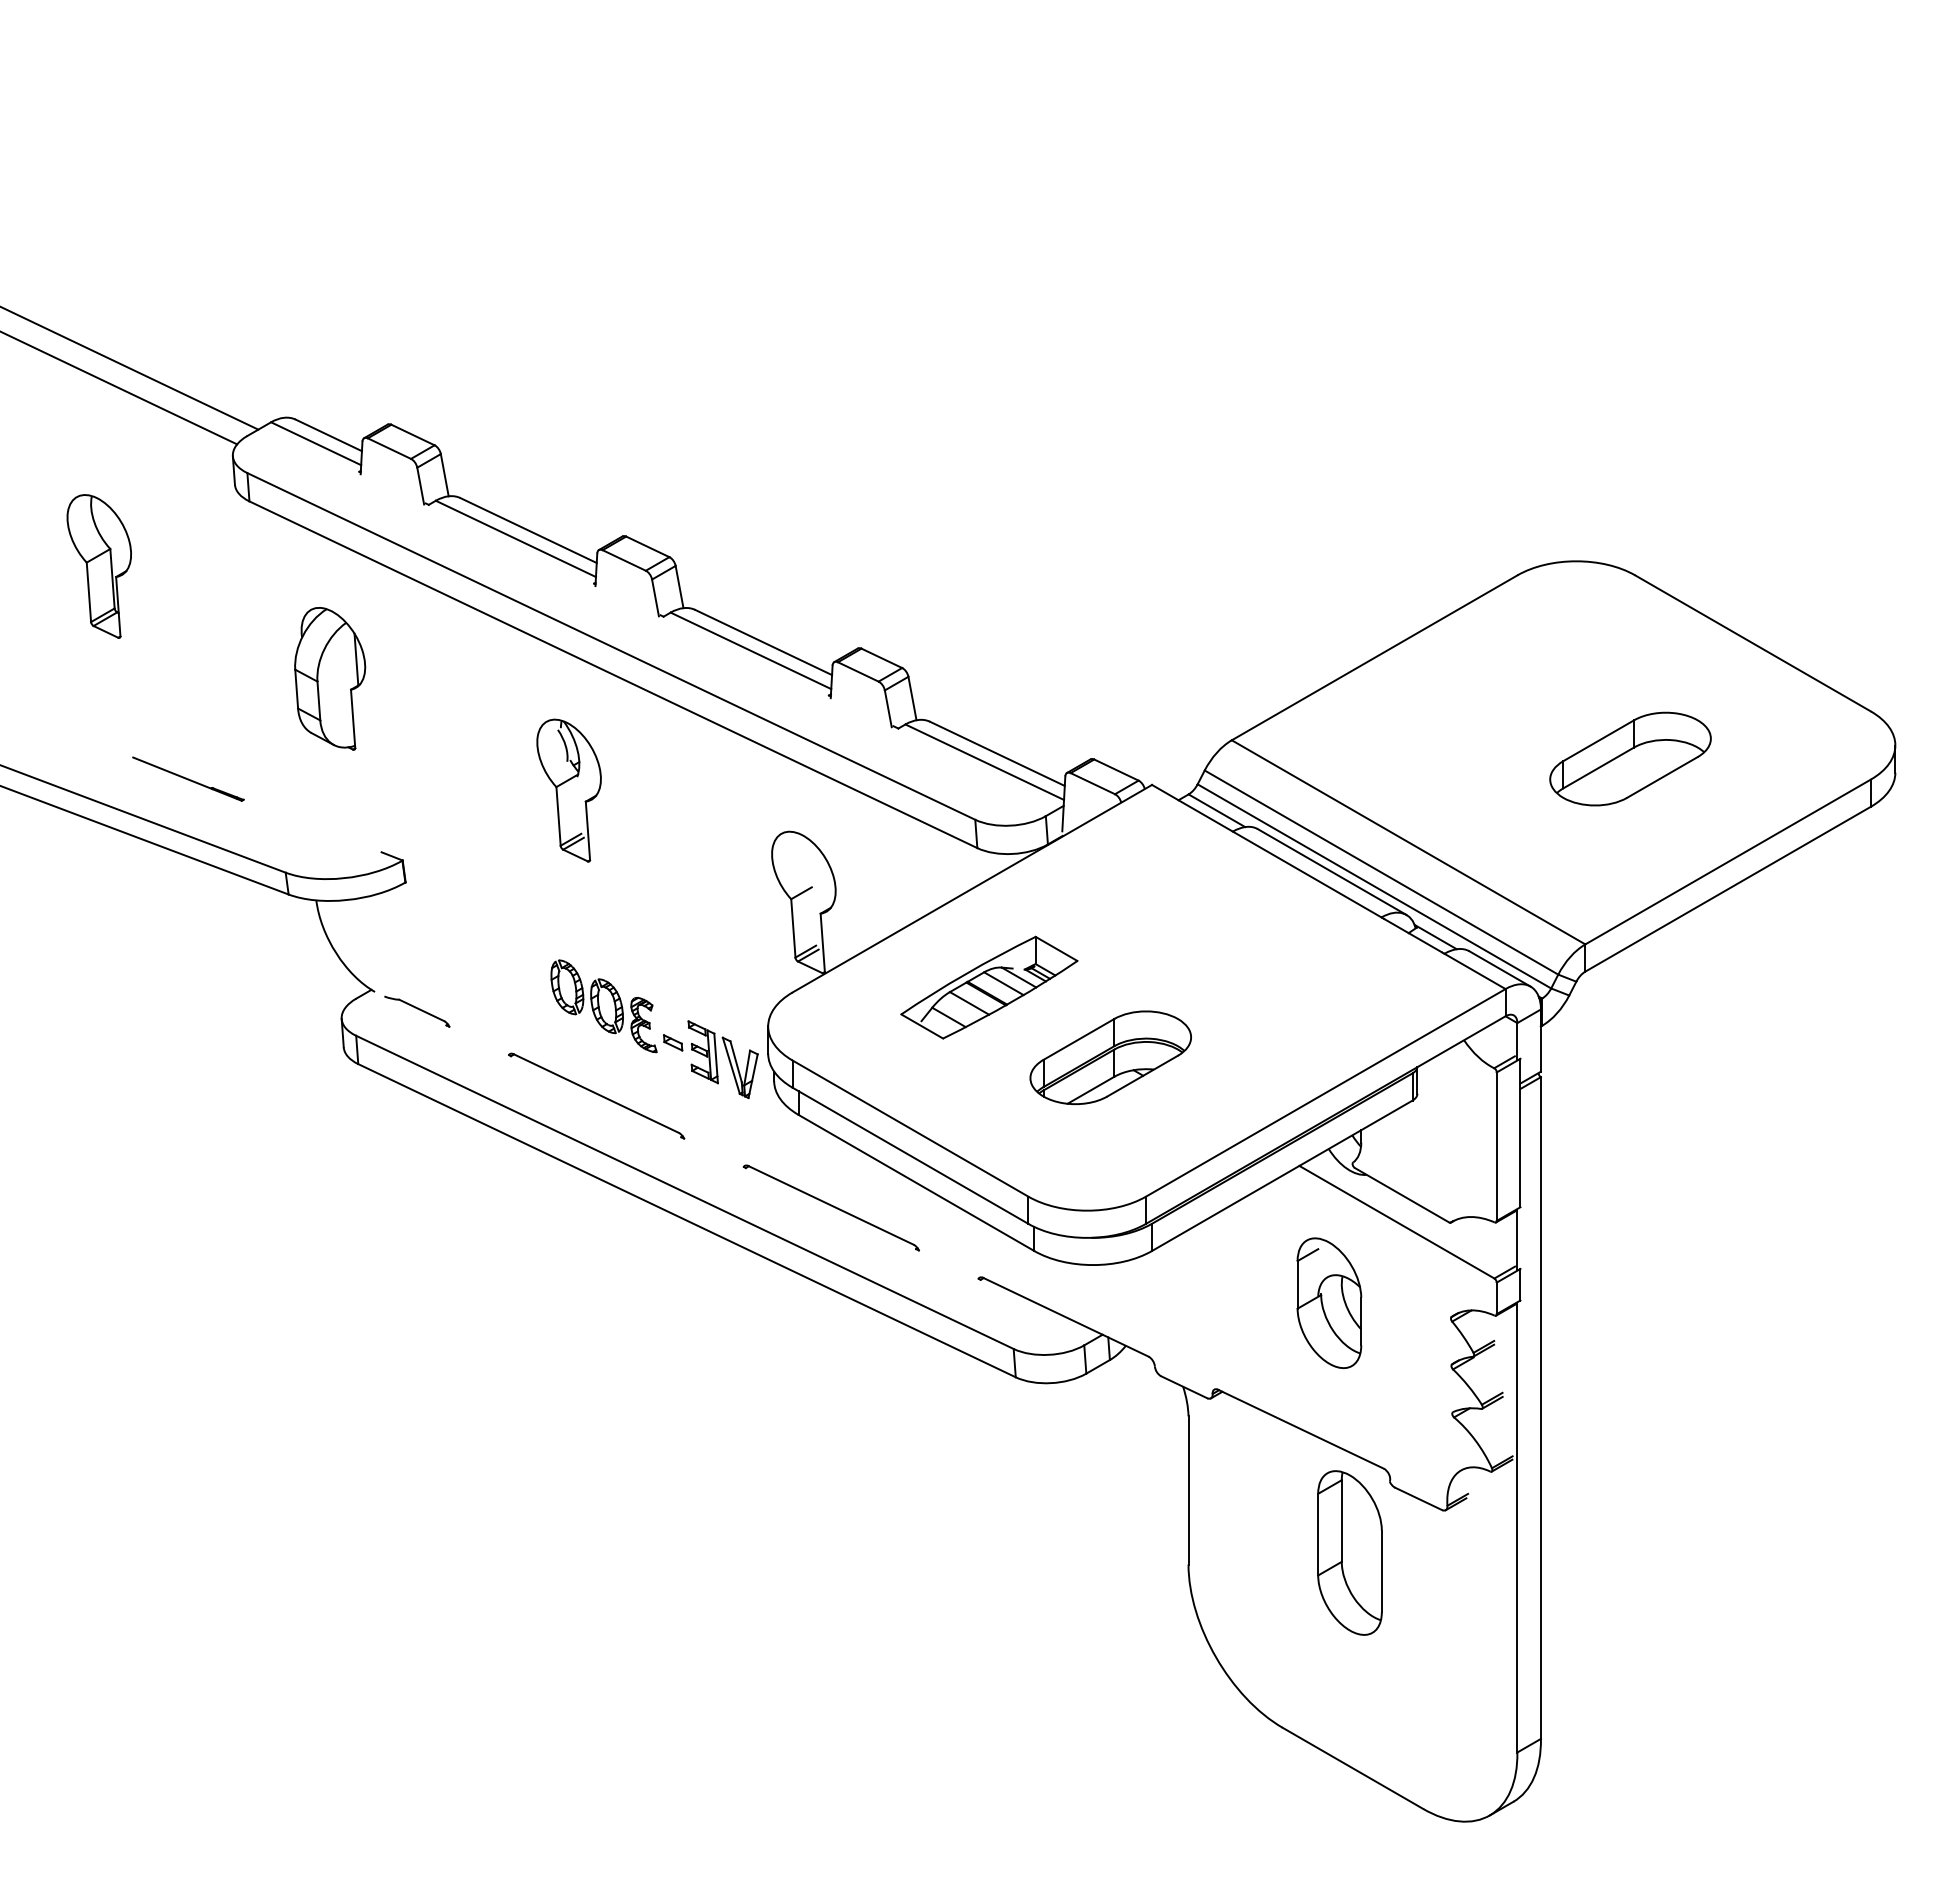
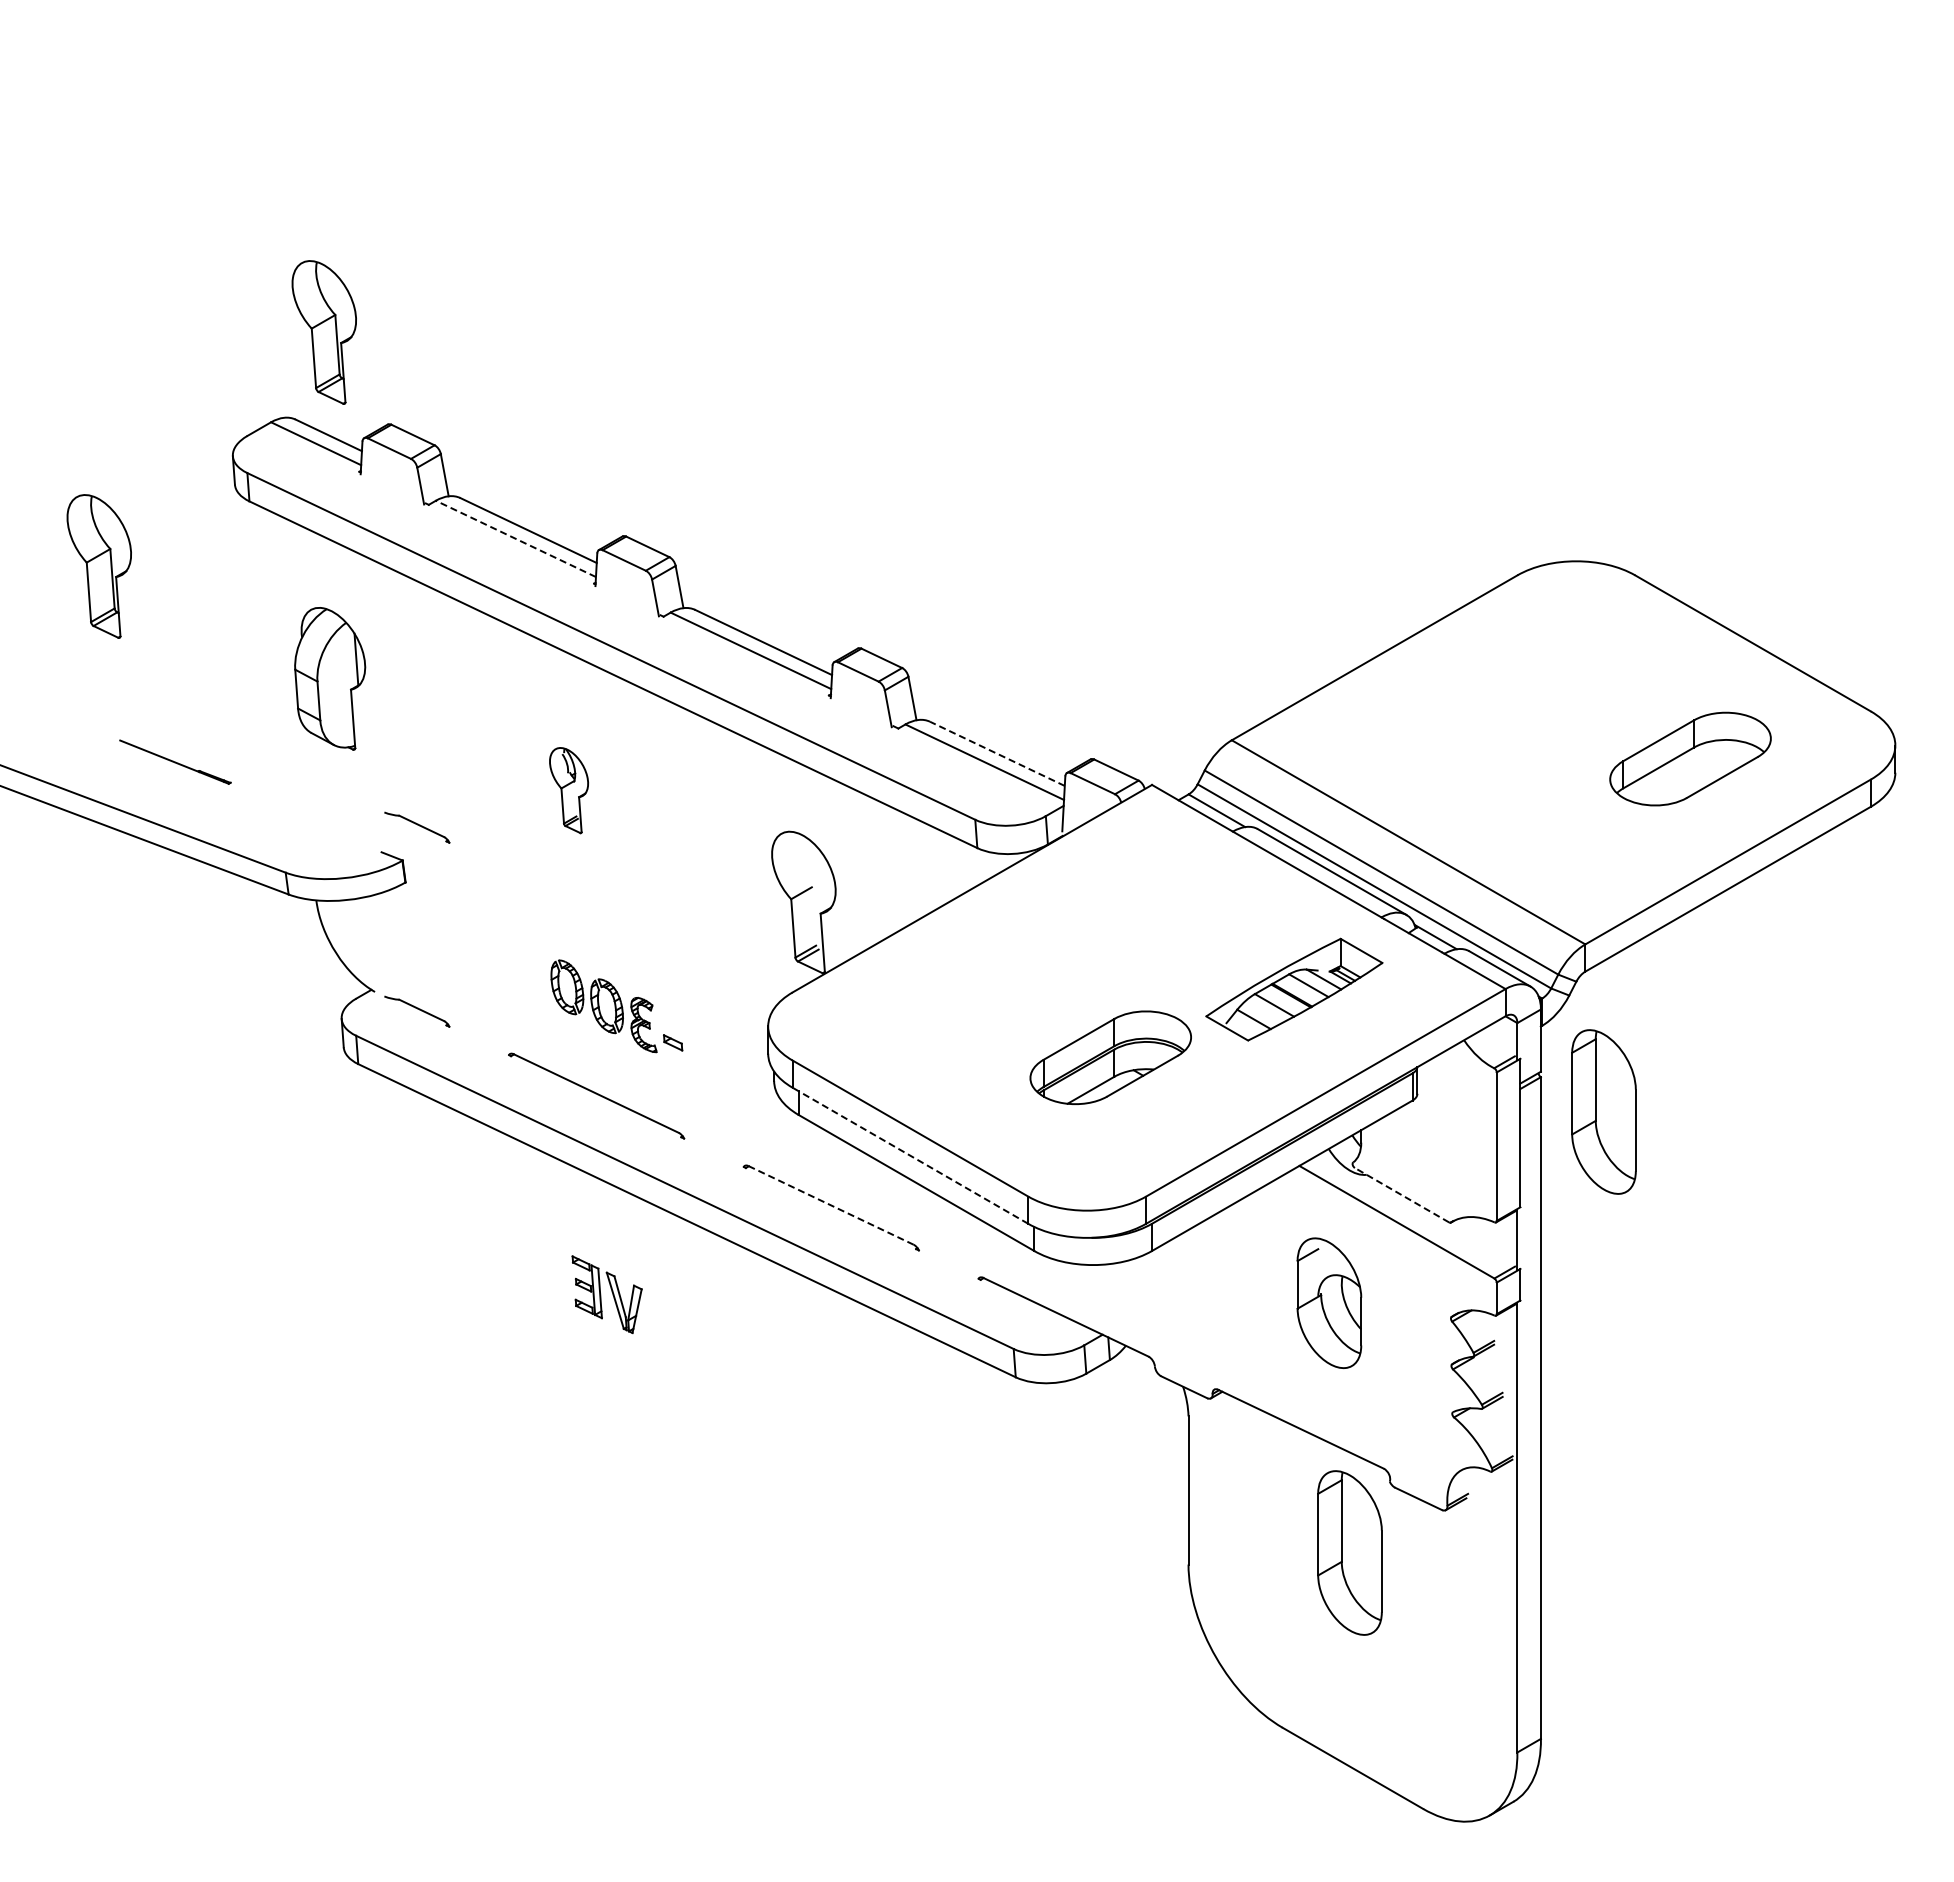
part at (323, 332): none -> present
line at (130, 368): present -> none
line at (119, 388): present -> none
line at (515, 538): solid -> dashed
line at (997, 753): solid -> dashed
part at (1630, 758) position: (1630, 758) -> (1690, 758)
part at (188, 778) position: (188, 778) -> (175, 761)
part at (568, 790) size: 66x145 px -> 40x88 px
part at (417, 827): none -> present
part at (989, 987) position: (989, 987) -> (1294, 989)
part at (722, 1059) position: (722, 1059) -> (606, 1294)
part at (1603, 1111): none -> present
line at (910, 1155): solid -> dashed
line at (1401, 1194): solid -> dashed
line at (831, 1205): solid -> dashed
